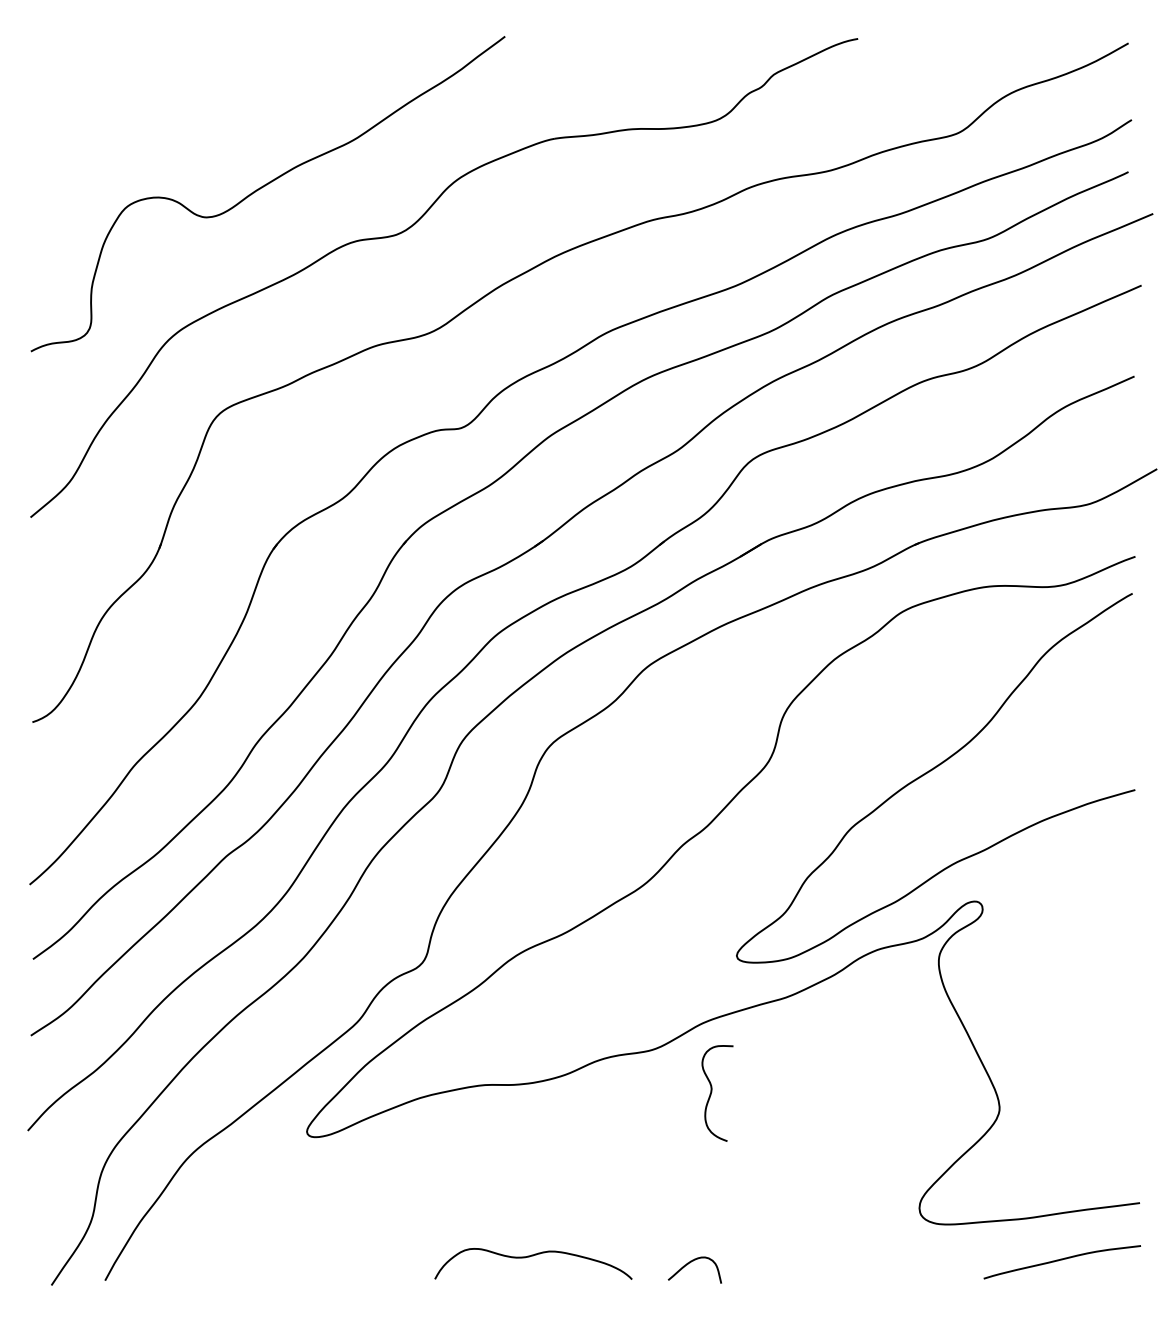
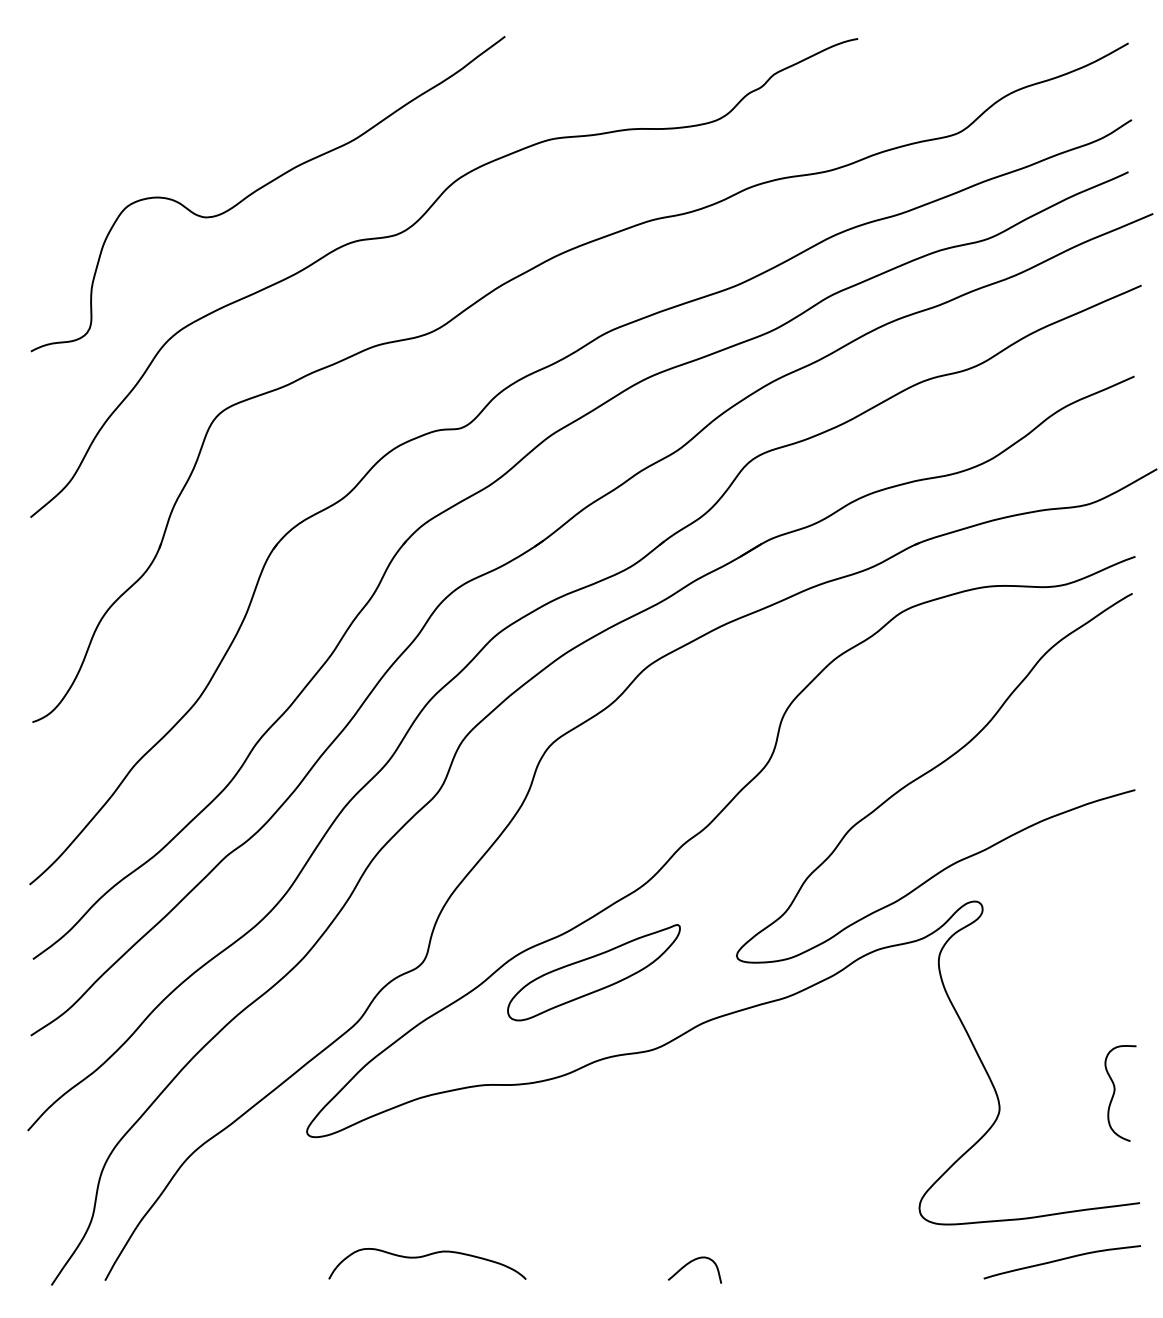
part at (593, 972): none -> present
curve at (712, 1092) position: (712, 1092) -> (1115, 1092)
curve at (533, 1256) position: (533, 1256) -> (427, 1256)
